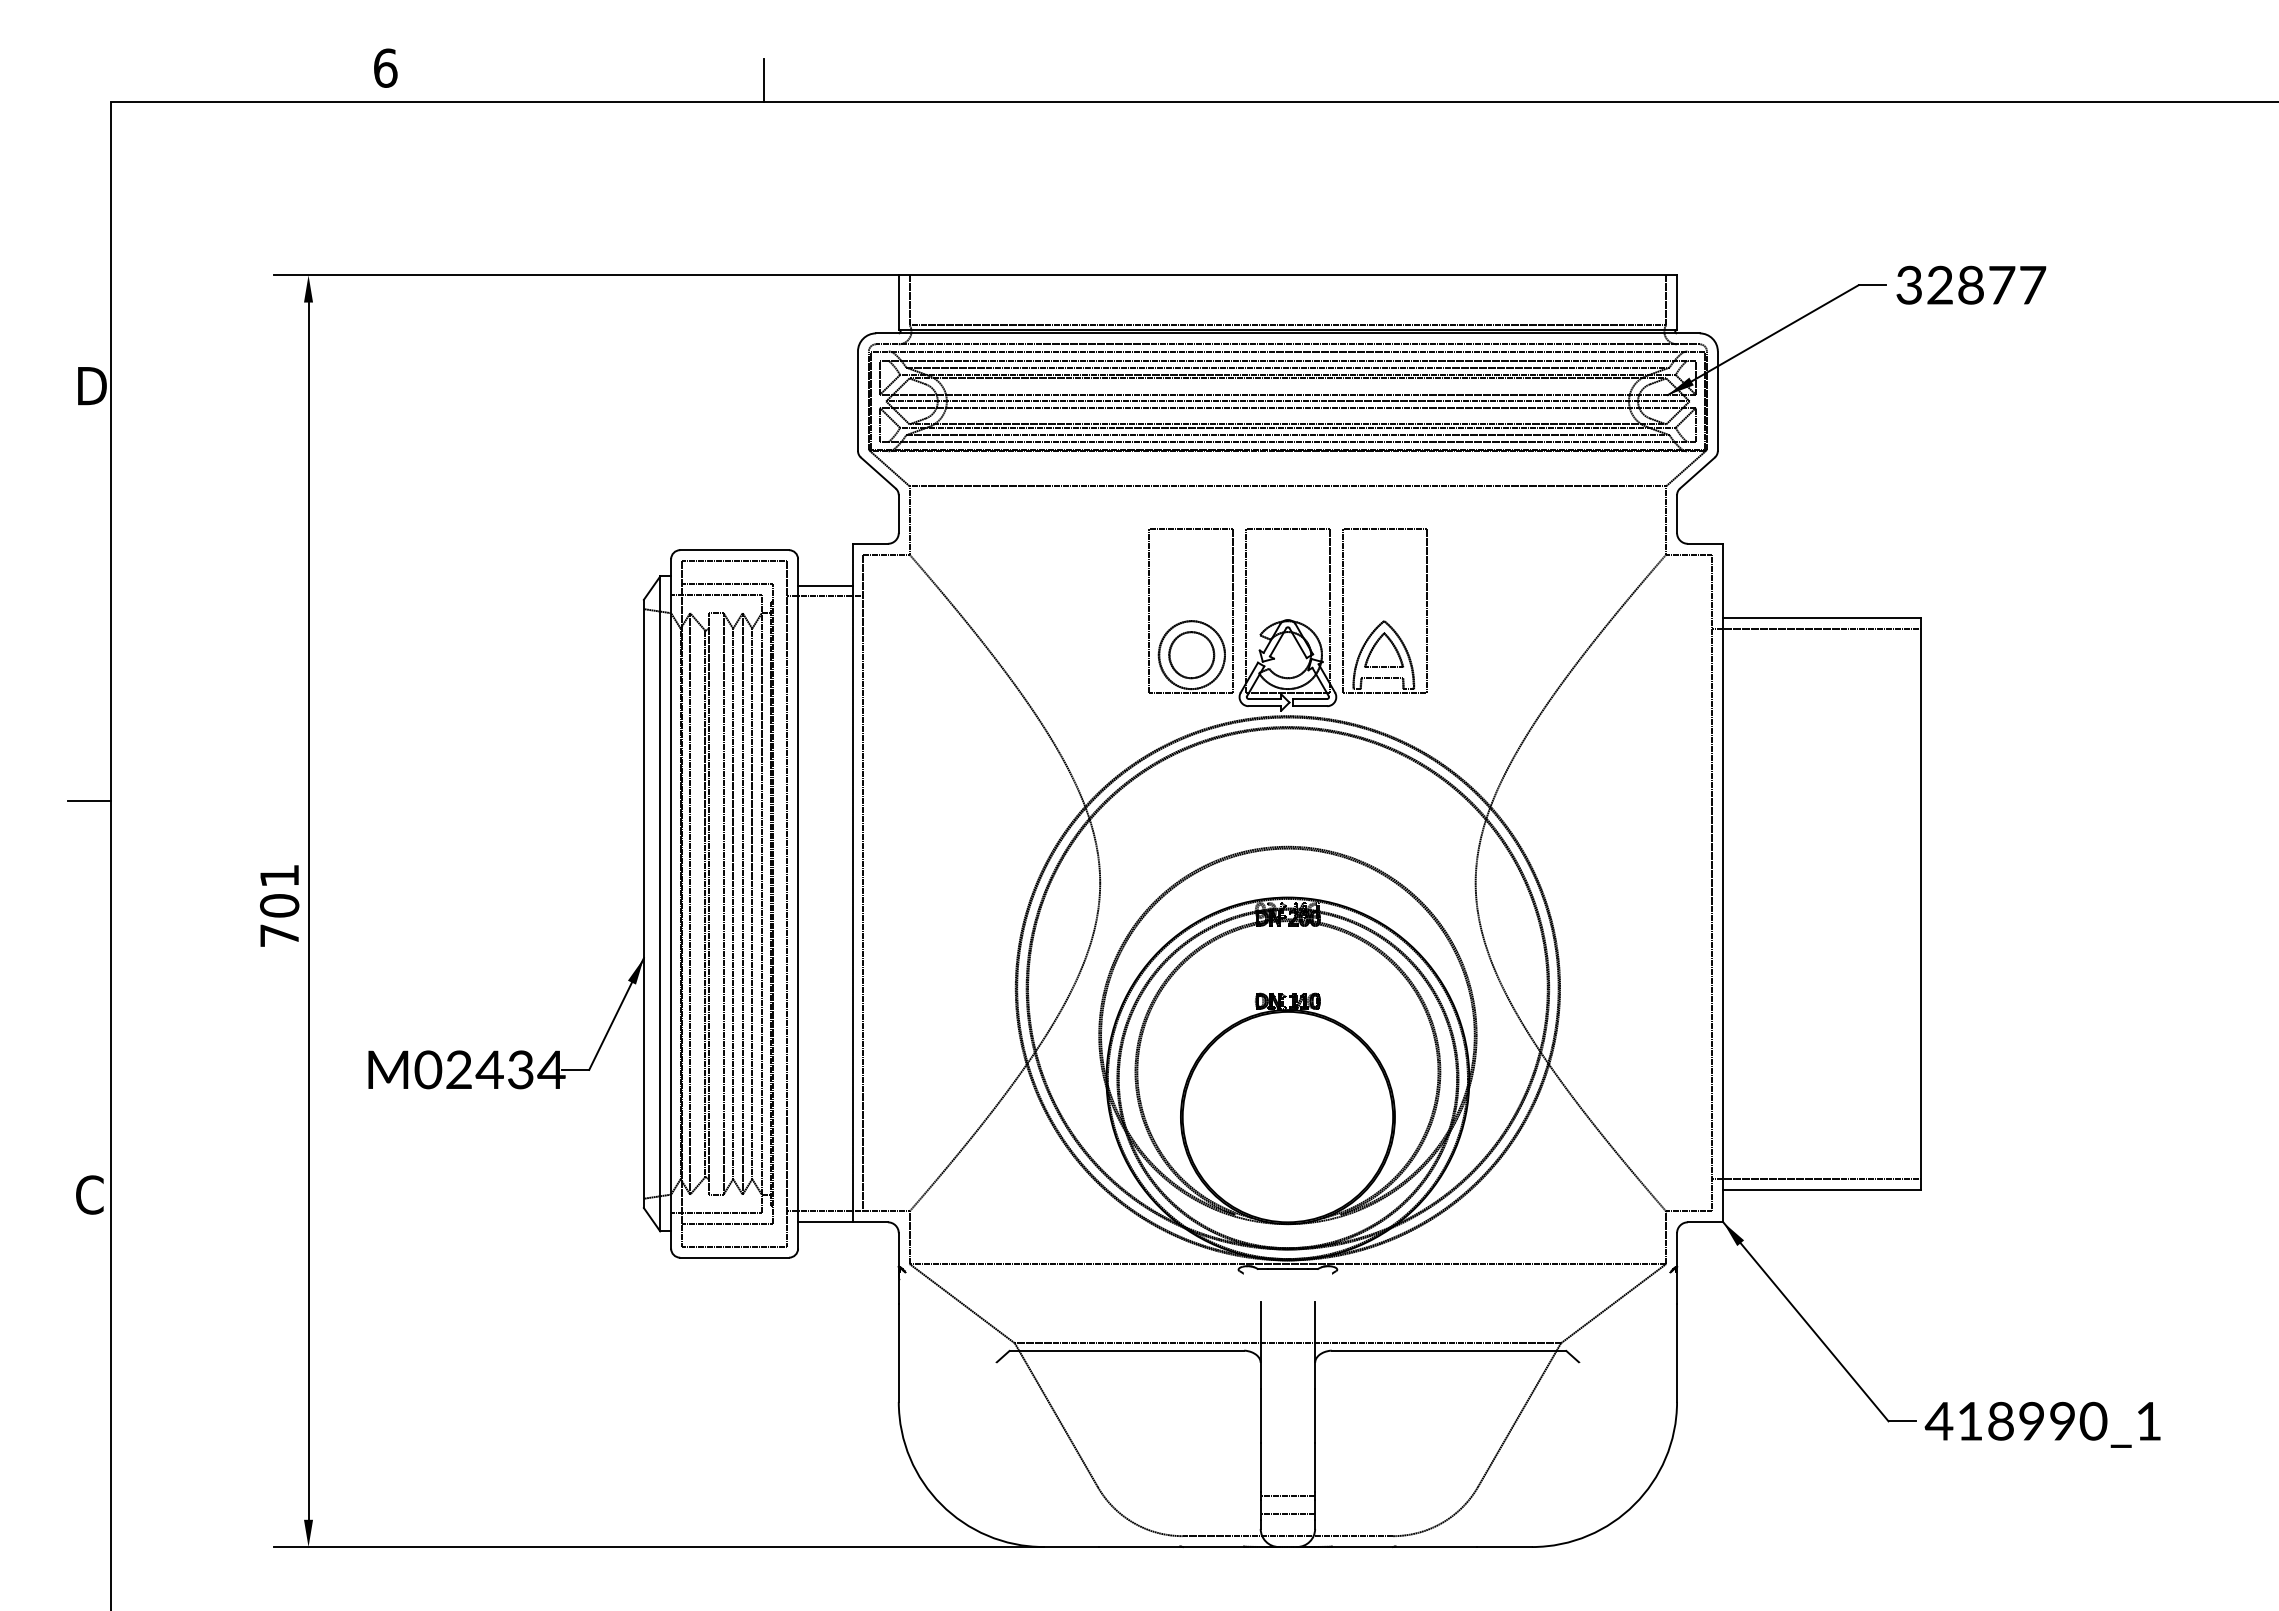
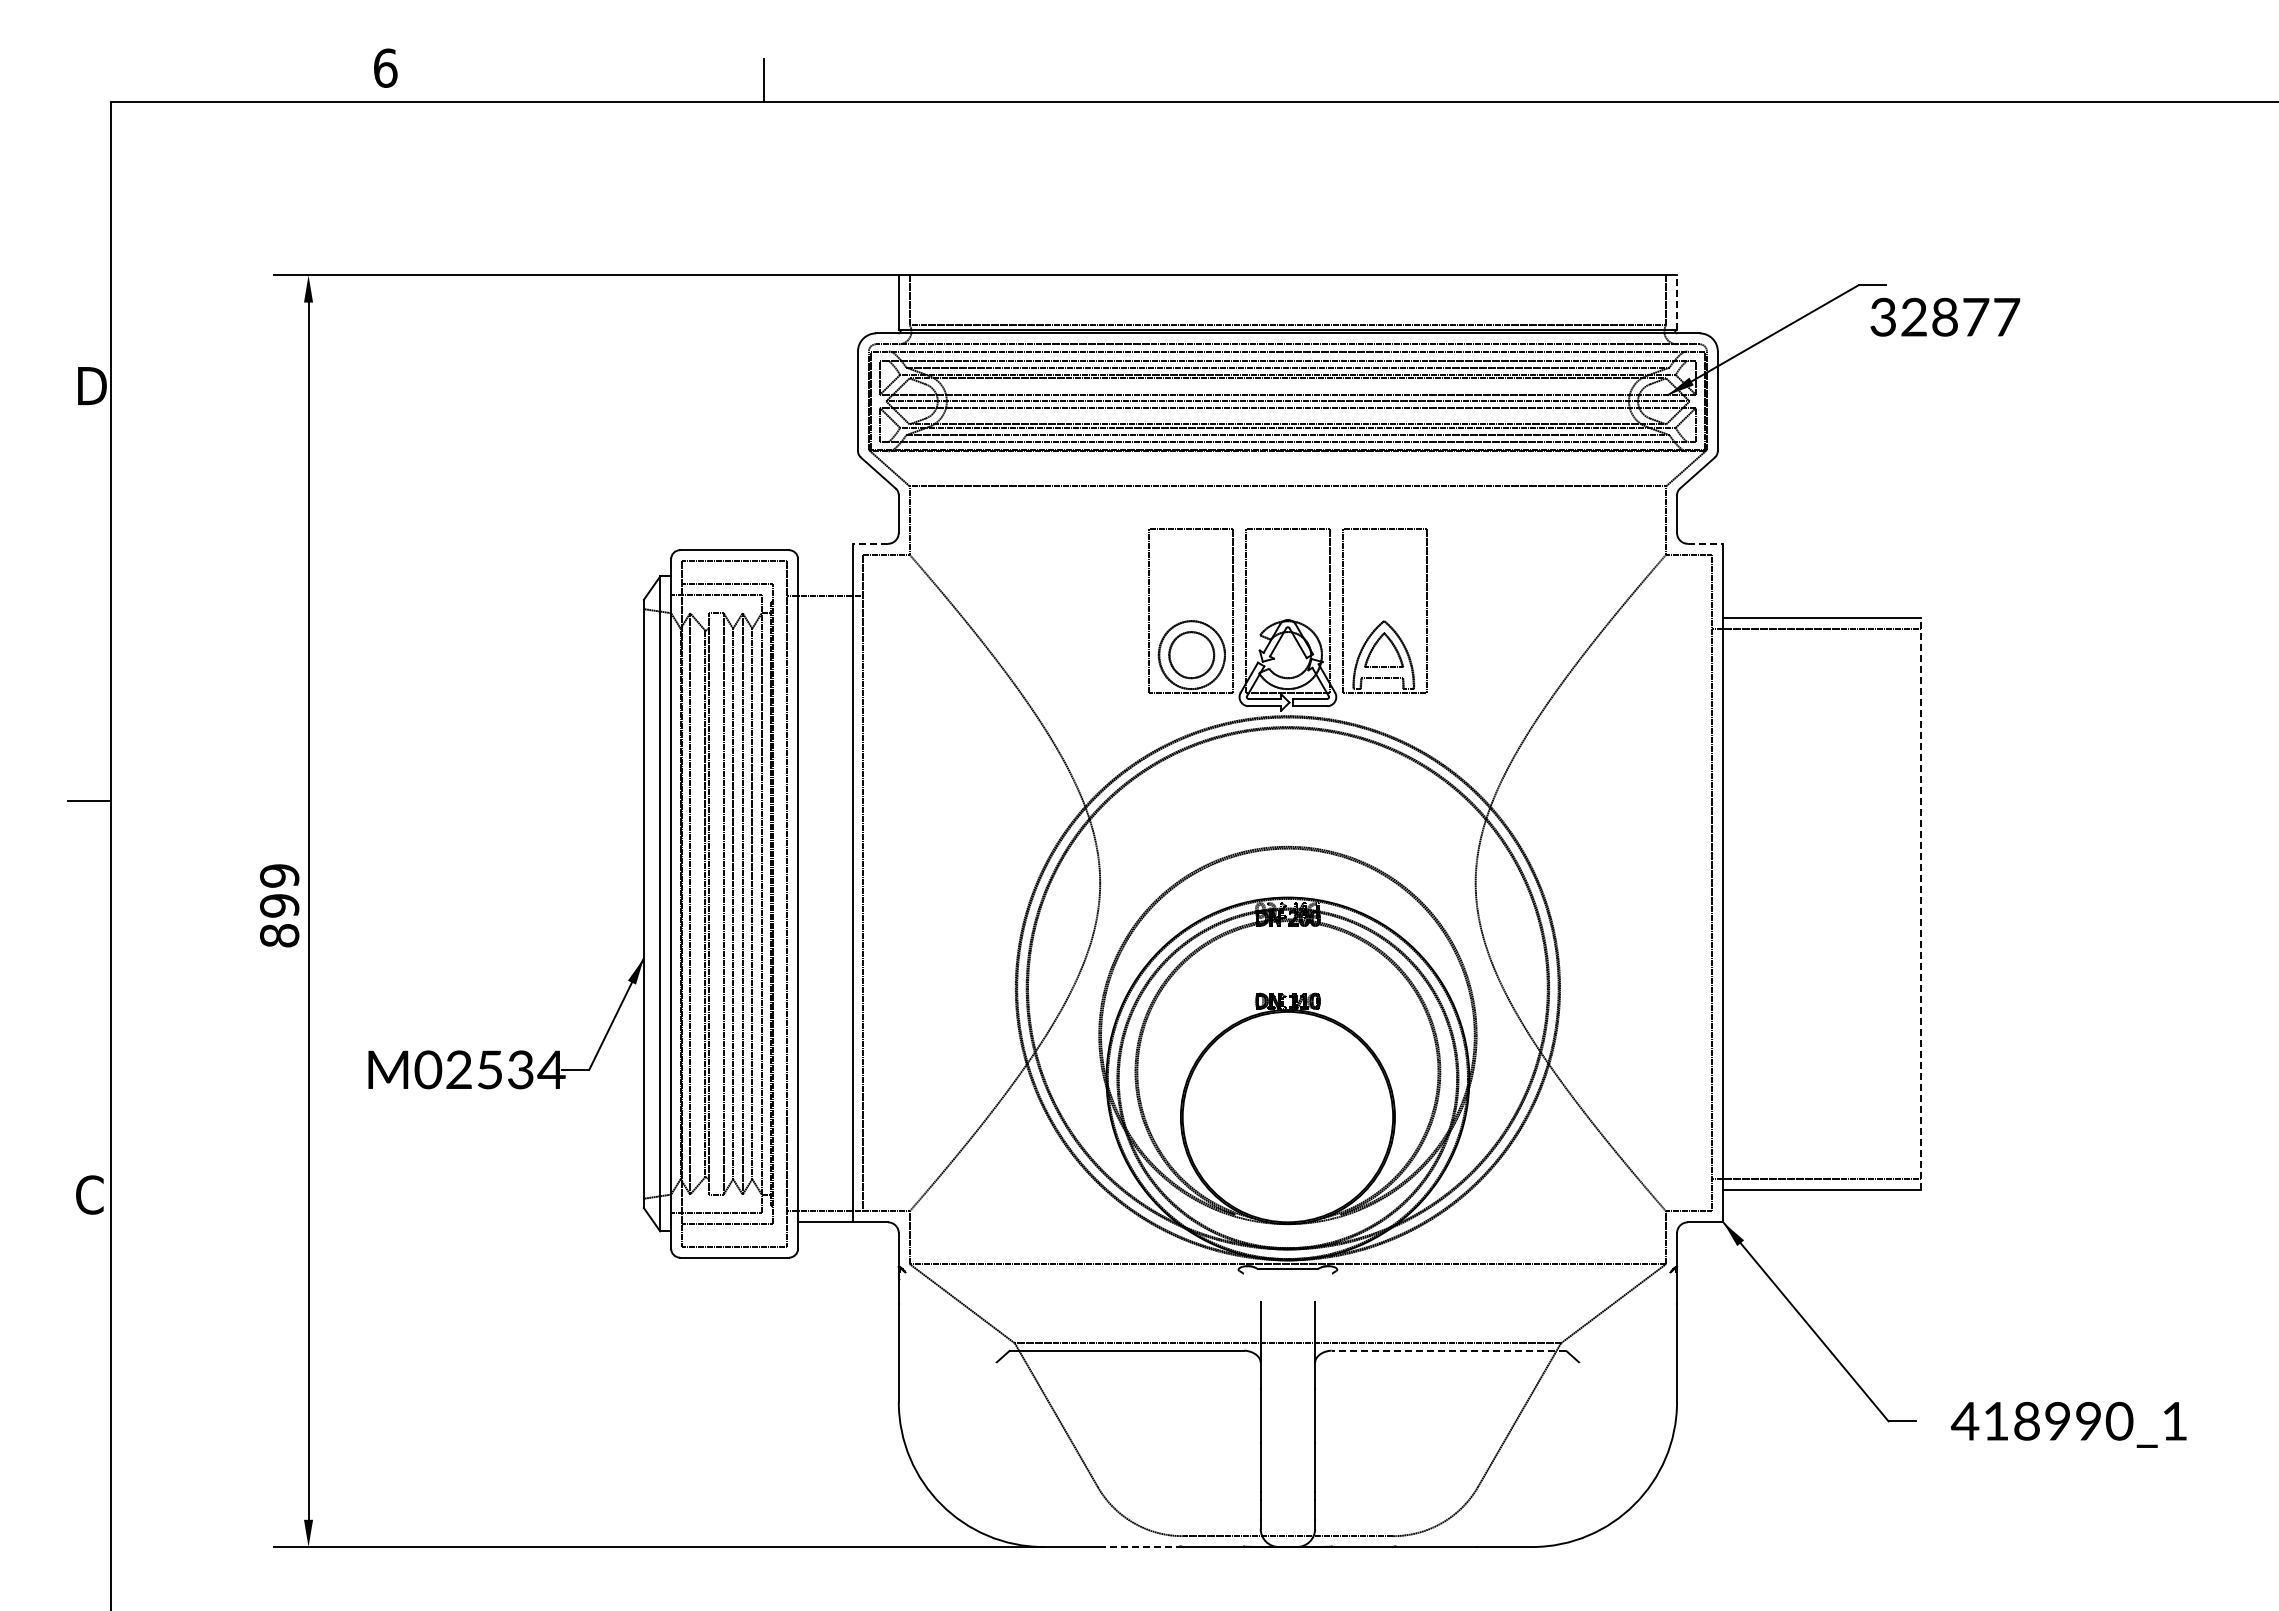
text at (1971, 284) position: (1971, 284) -> (1945, 316)
line at (1677, 302): solid -> dashed
line at (870, 543): solid -> dashed
line at (1705, 543): solid -> dashed
line at (825, 585): present -> none
line at (1921, 903): solid -> dashed
text at (279, 905): 701 -> 899
text at (489, 1069): M02434 -> M02534
line at (1448, 1350): solid -> dashed
text at (2042, 1424) position: (2042, 1424) -> (2068, 1424)
line at (1287, 1496): present -> none
line at (1287, 1514): present -> none
line at (1141, 1547): solid -> dashed
